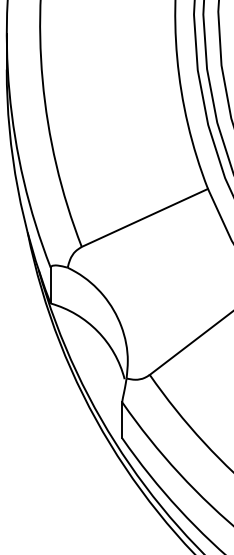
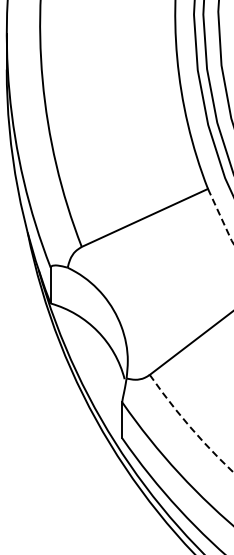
line at (221, 217): solid -> dashed
arc at (189, 426): solid -> dashed
